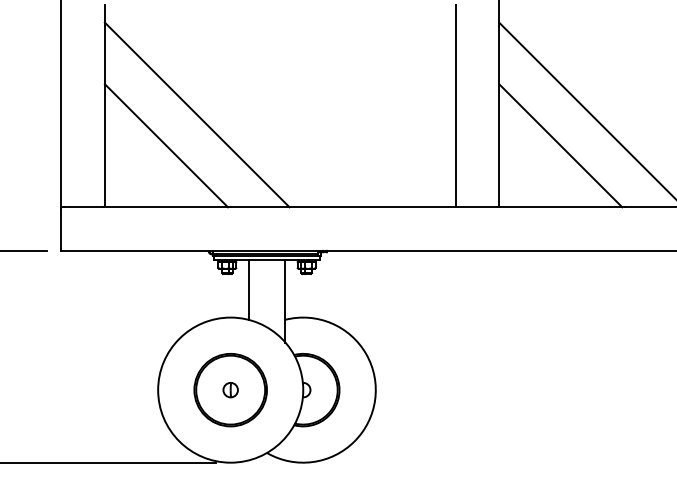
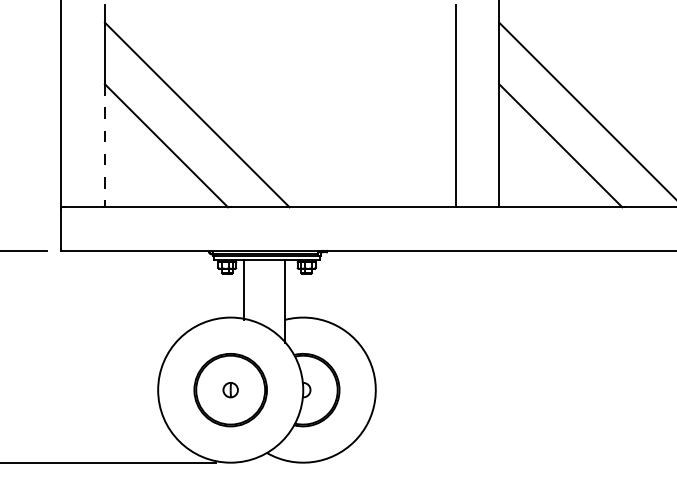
line at (104, 145): solid -> dashed
line at (248, 289) position: (248, 289) -> (243, 289)
